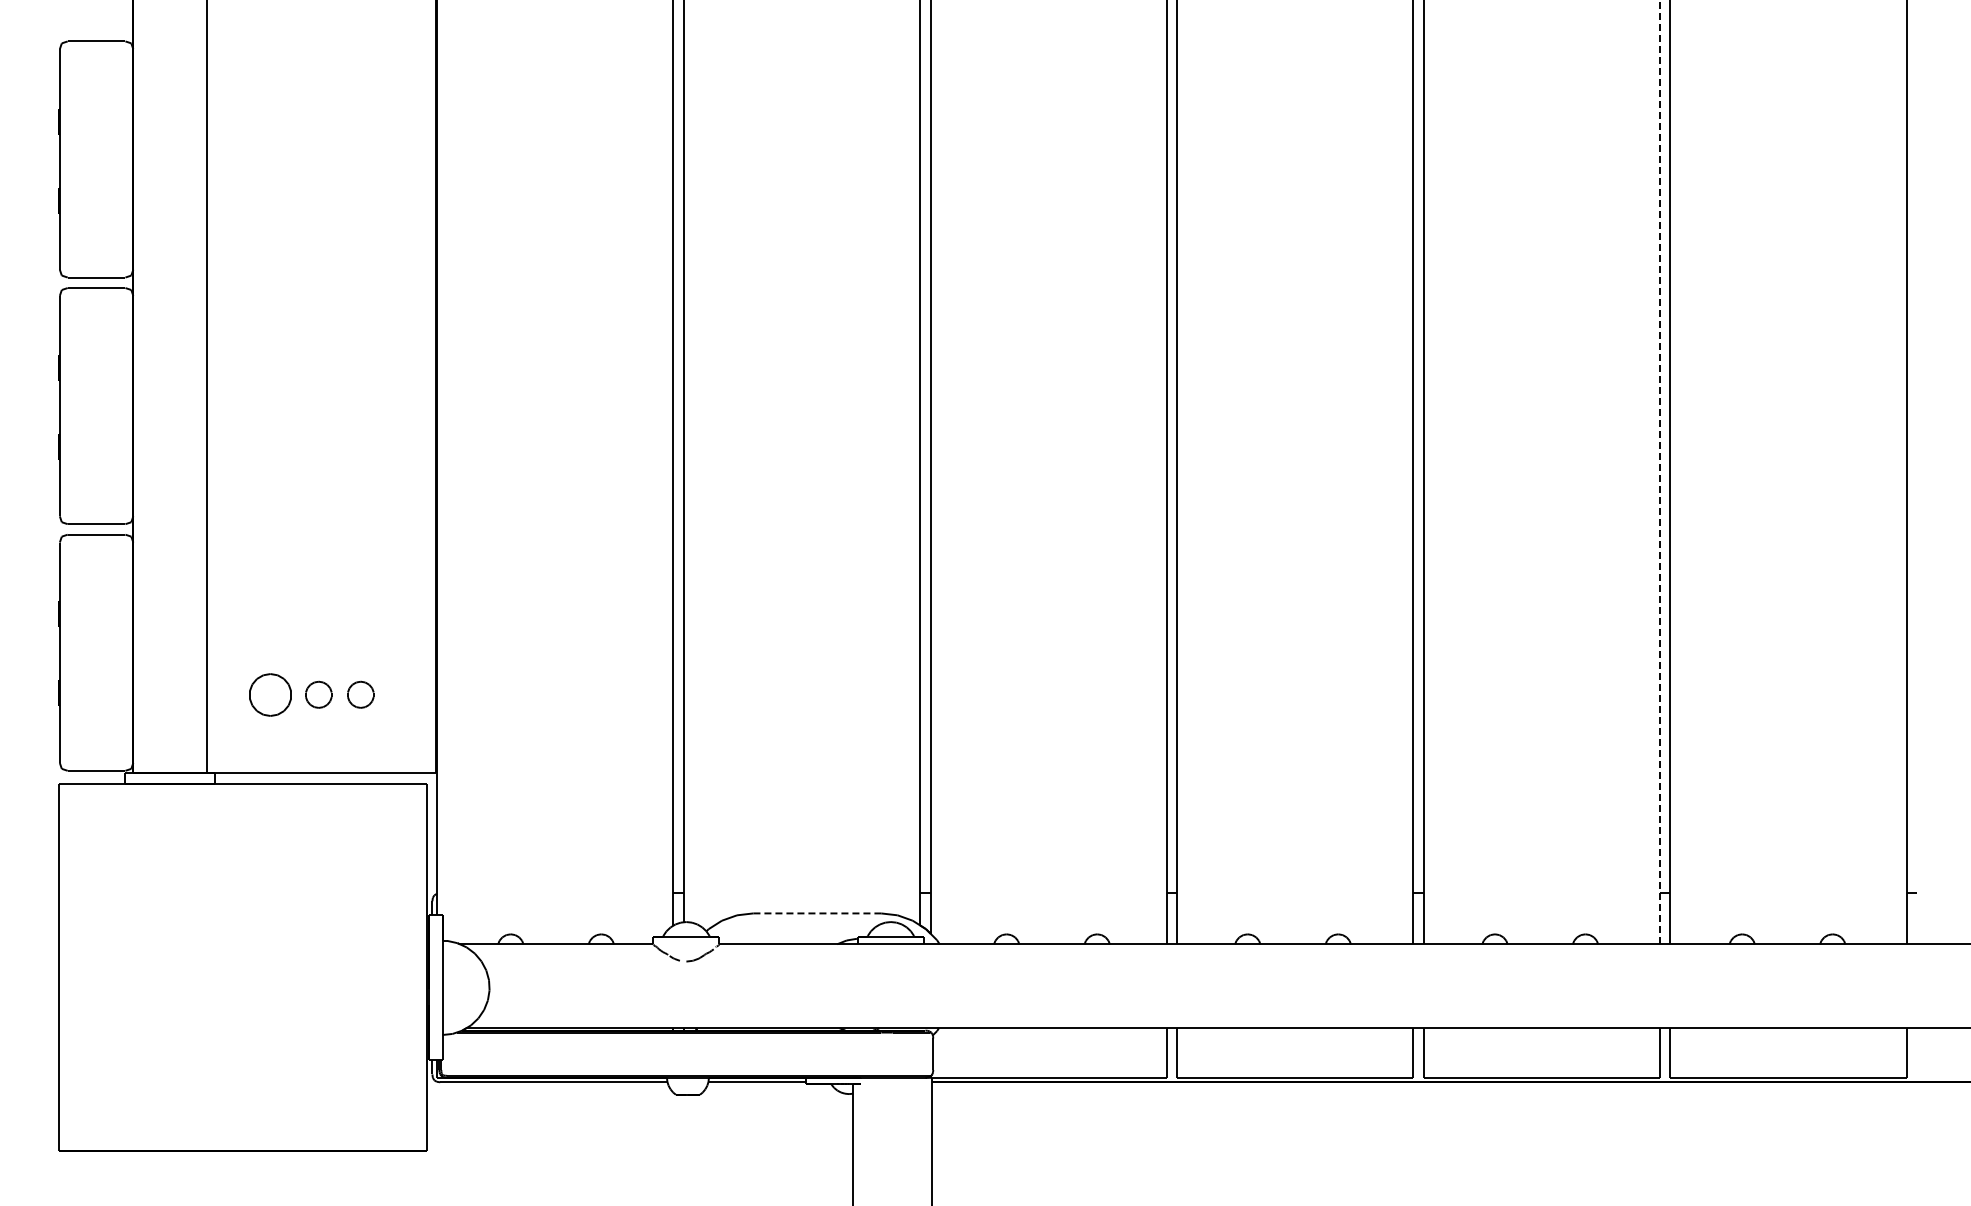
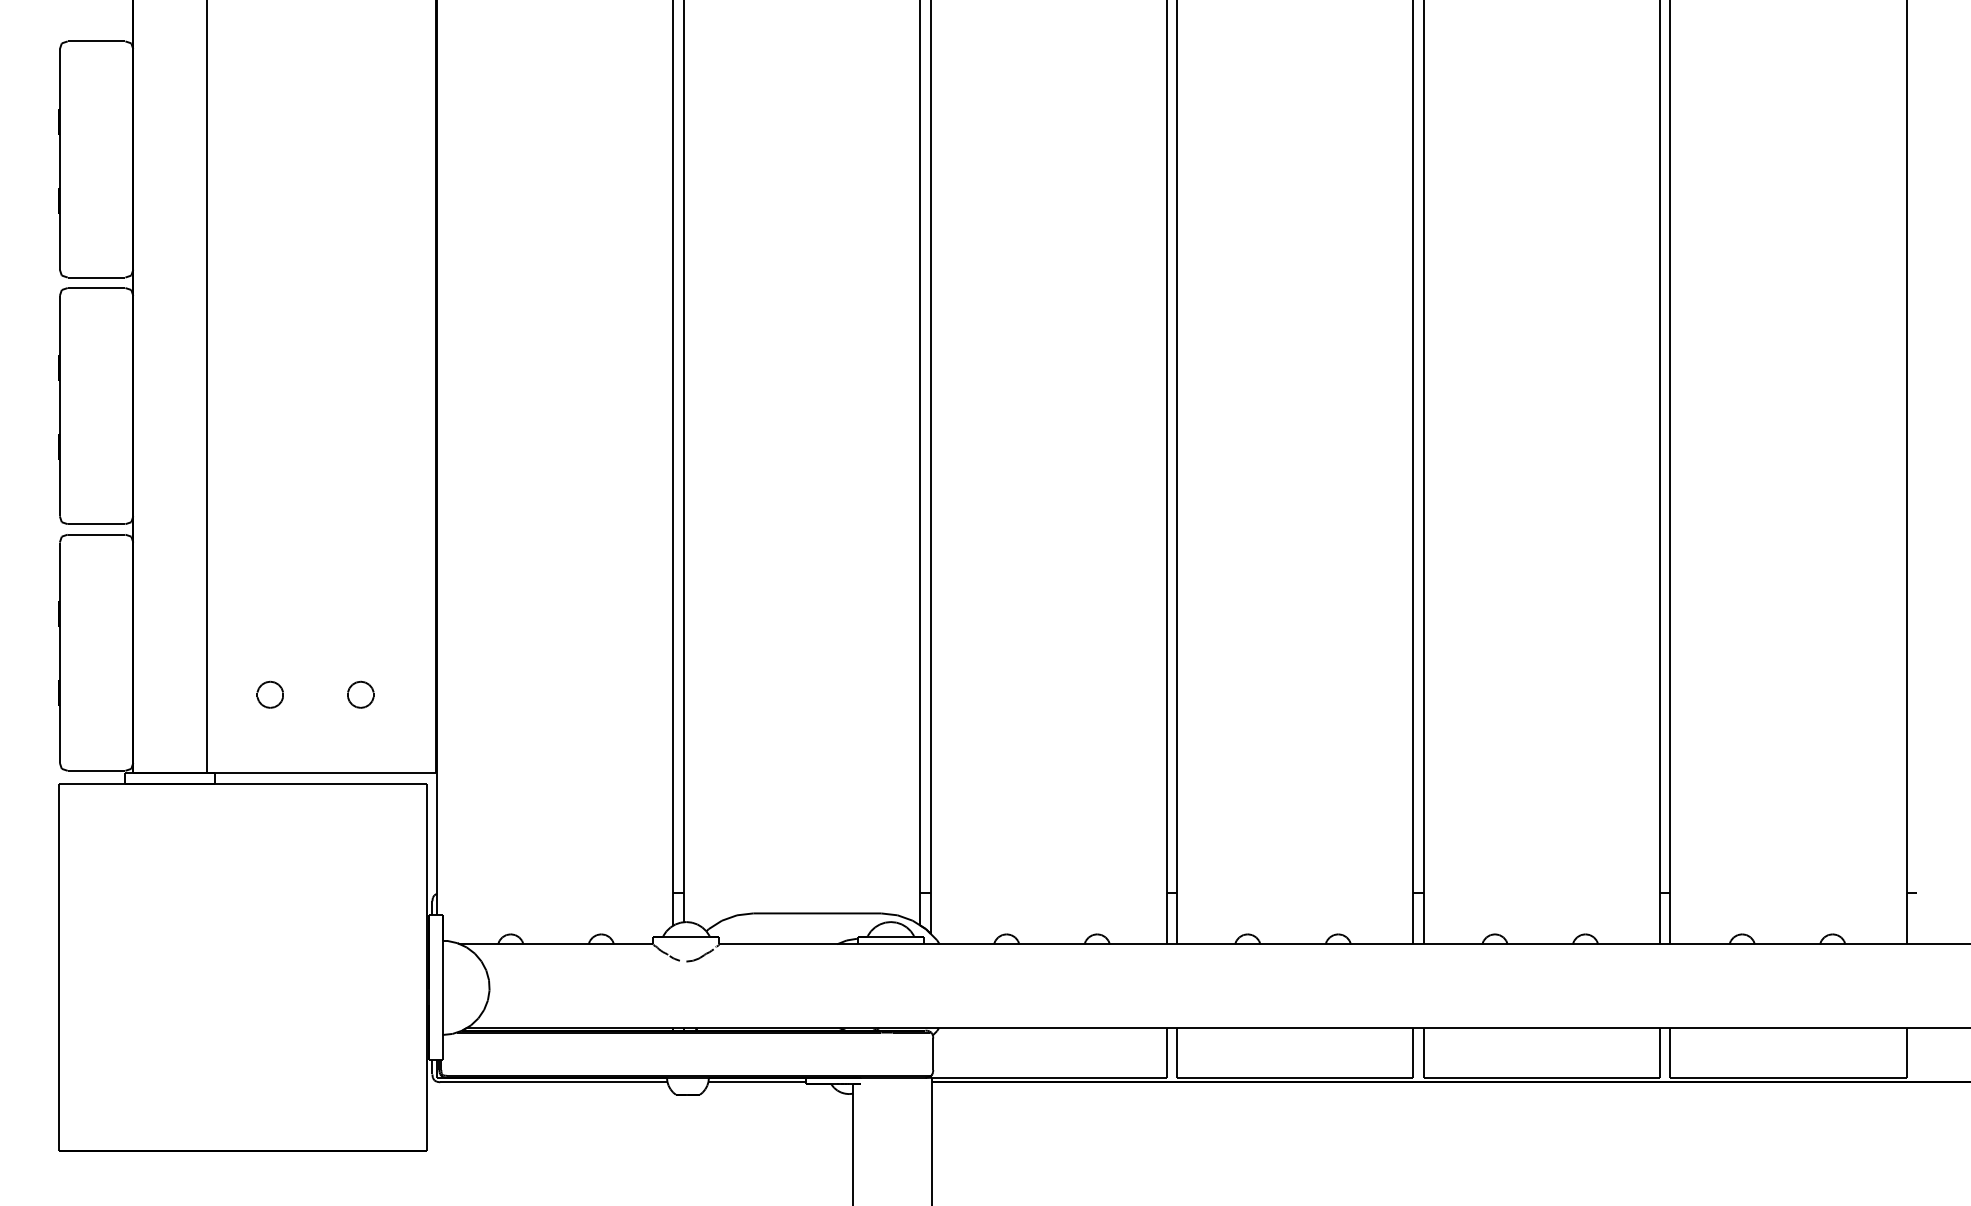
line at (1659, 472): dashed -> solid
part at (270, 694) size: 43x44 px -> 28x29 px
part at (318, 694): present -> none
line at (817, 913): dashed -> solid
